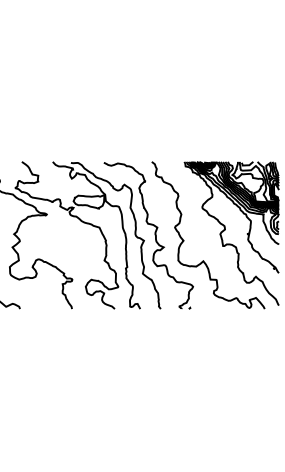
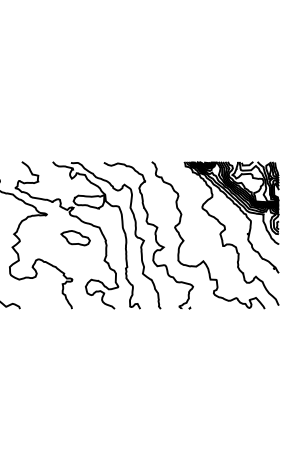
part at (75, 238): none -> present
